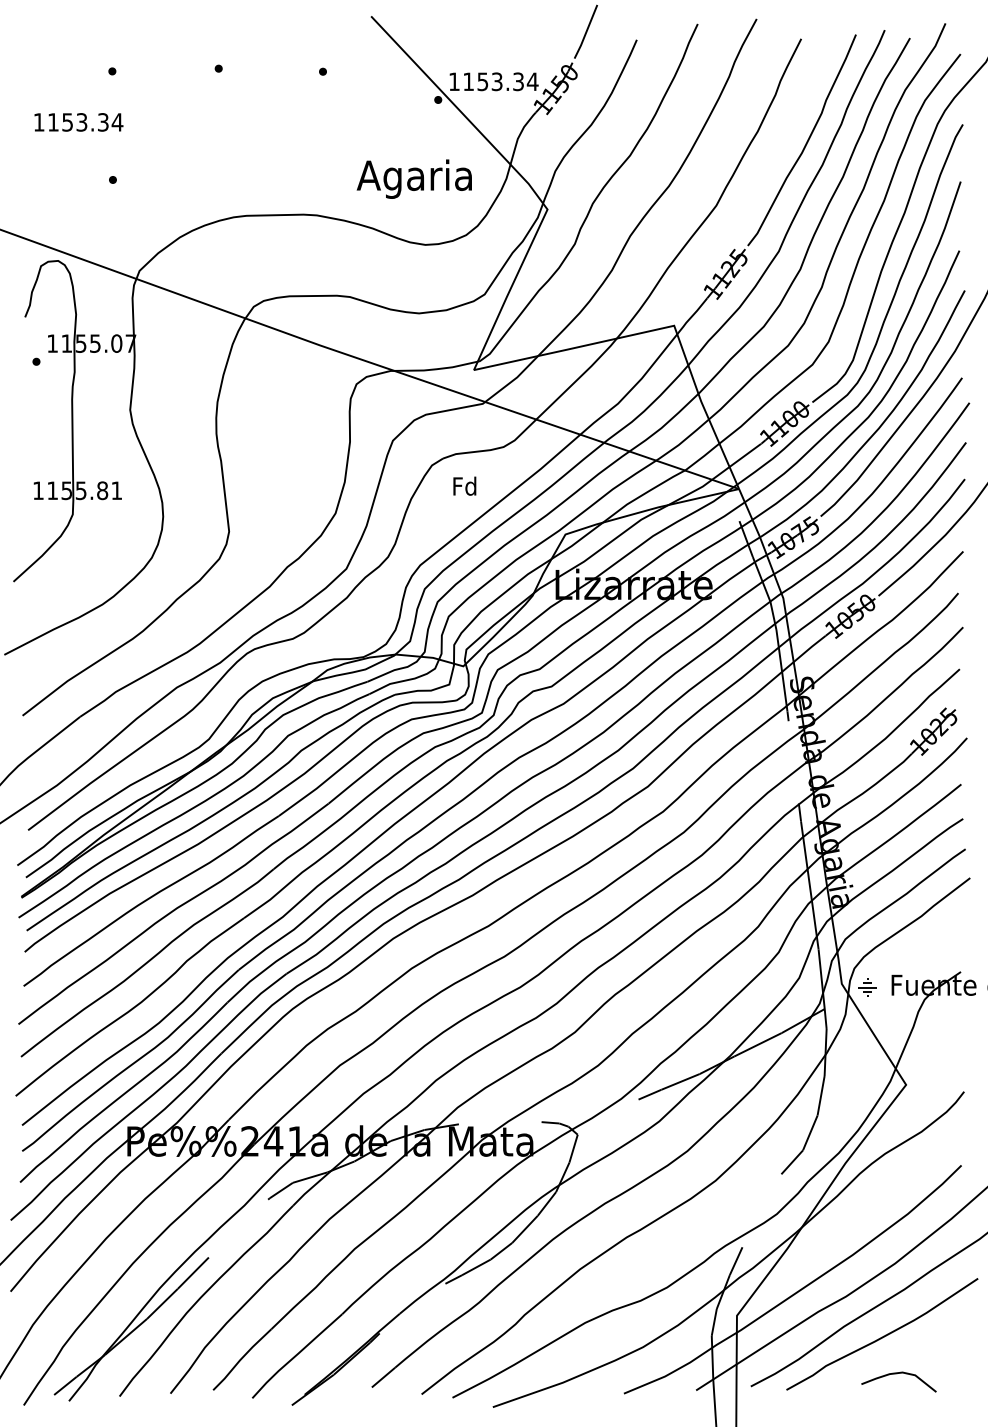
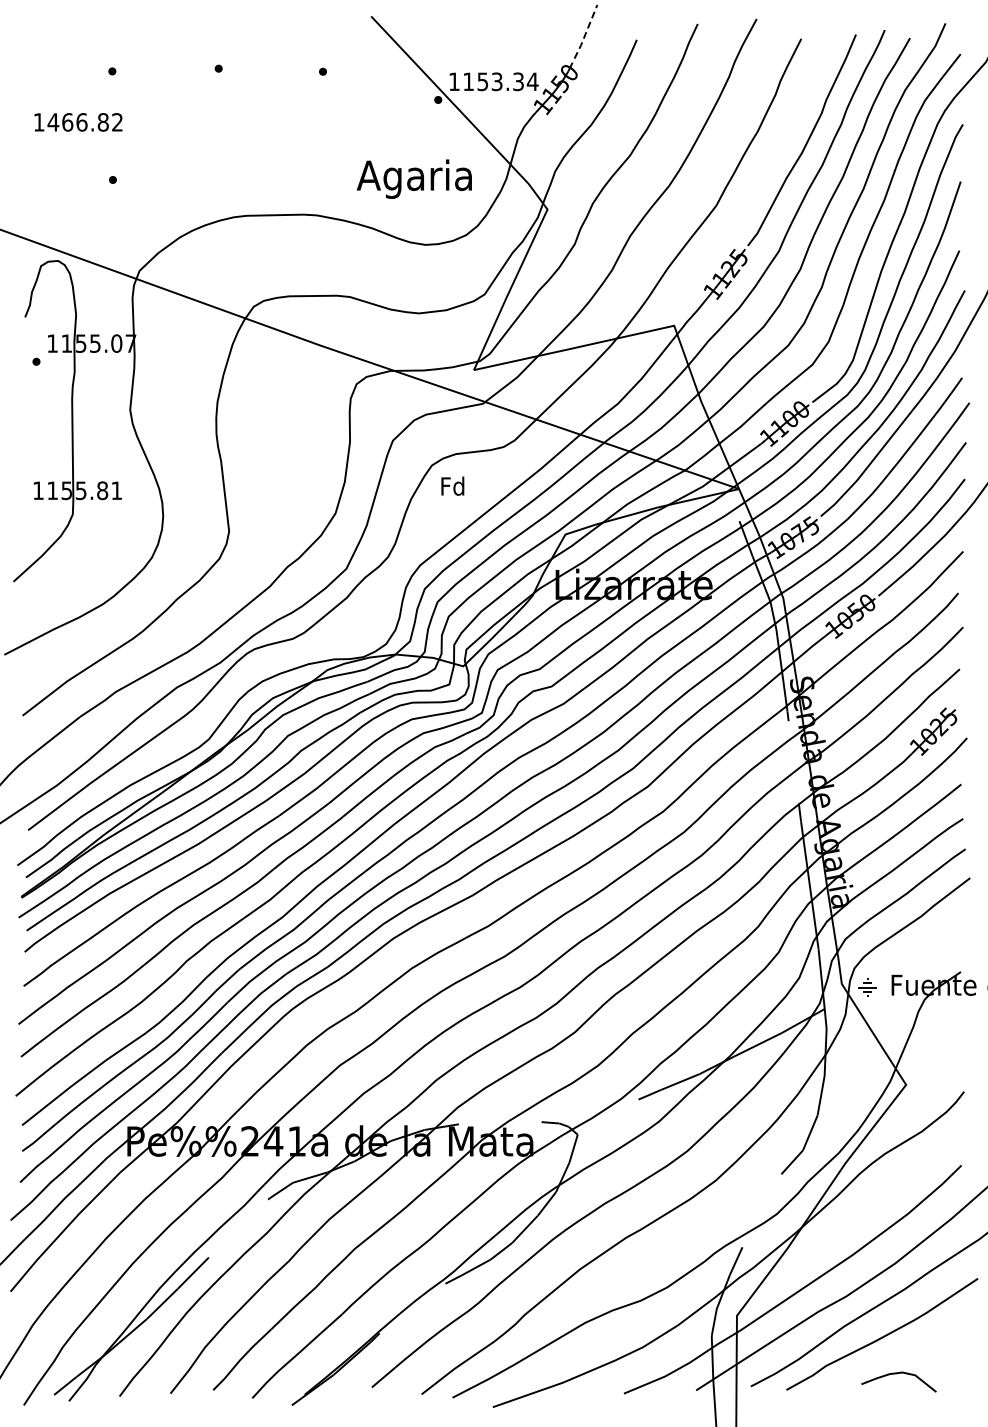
line at (586, 32): solid -> dashed
text at (85, 122): 1153.34 -> 1466.82
text at (464, 485) position: (464, 485) -> (452, 485)
